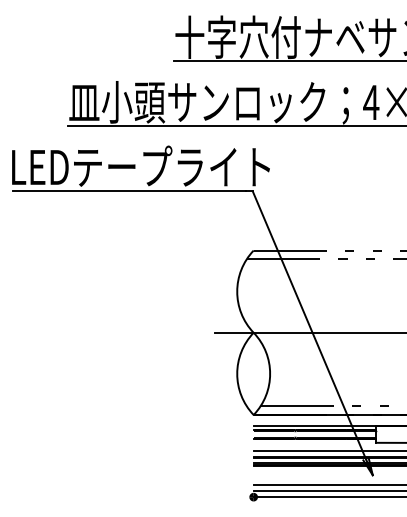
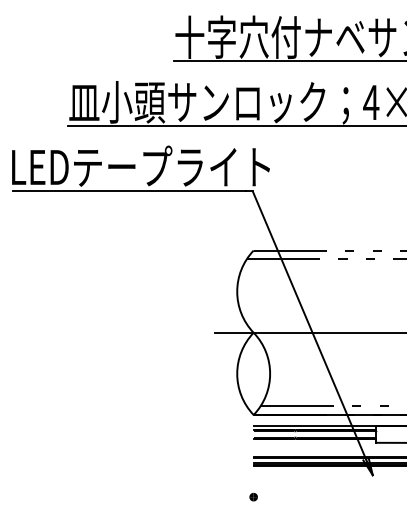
line at (328, 450): present -> none
line at (328, 485): present -> none
line at (328, 490): present -> none
line at (328, 497): present -> none
